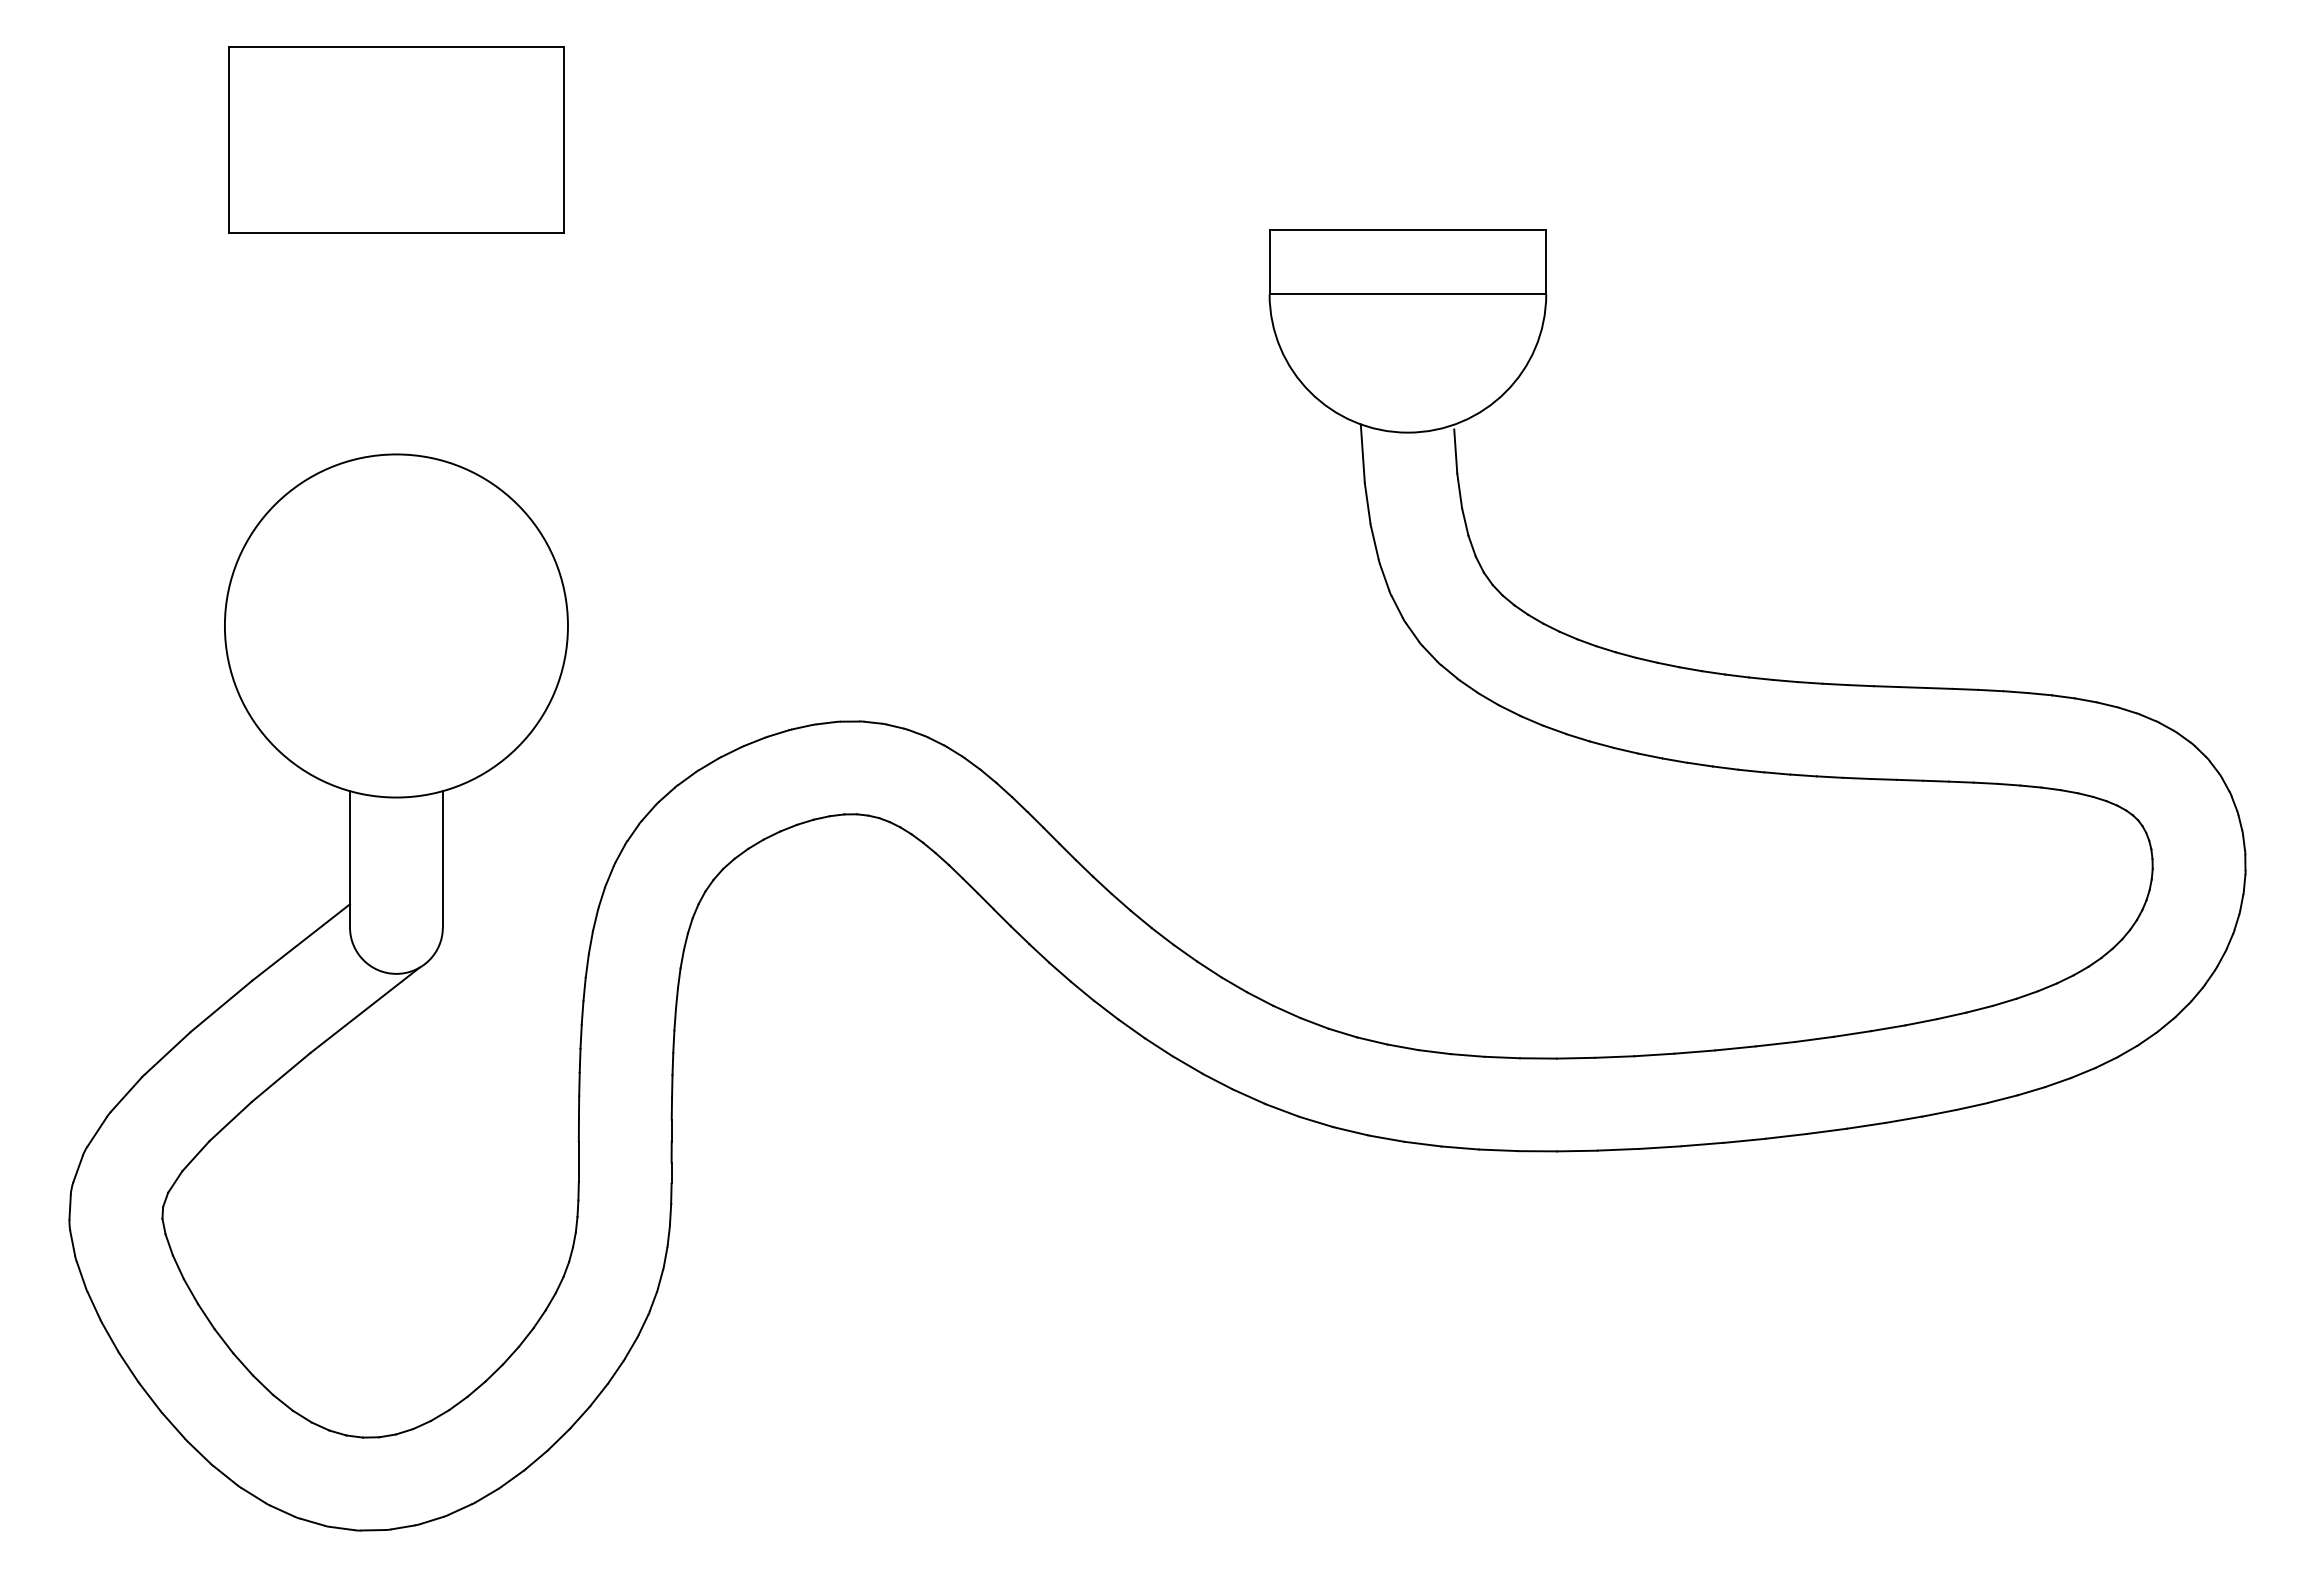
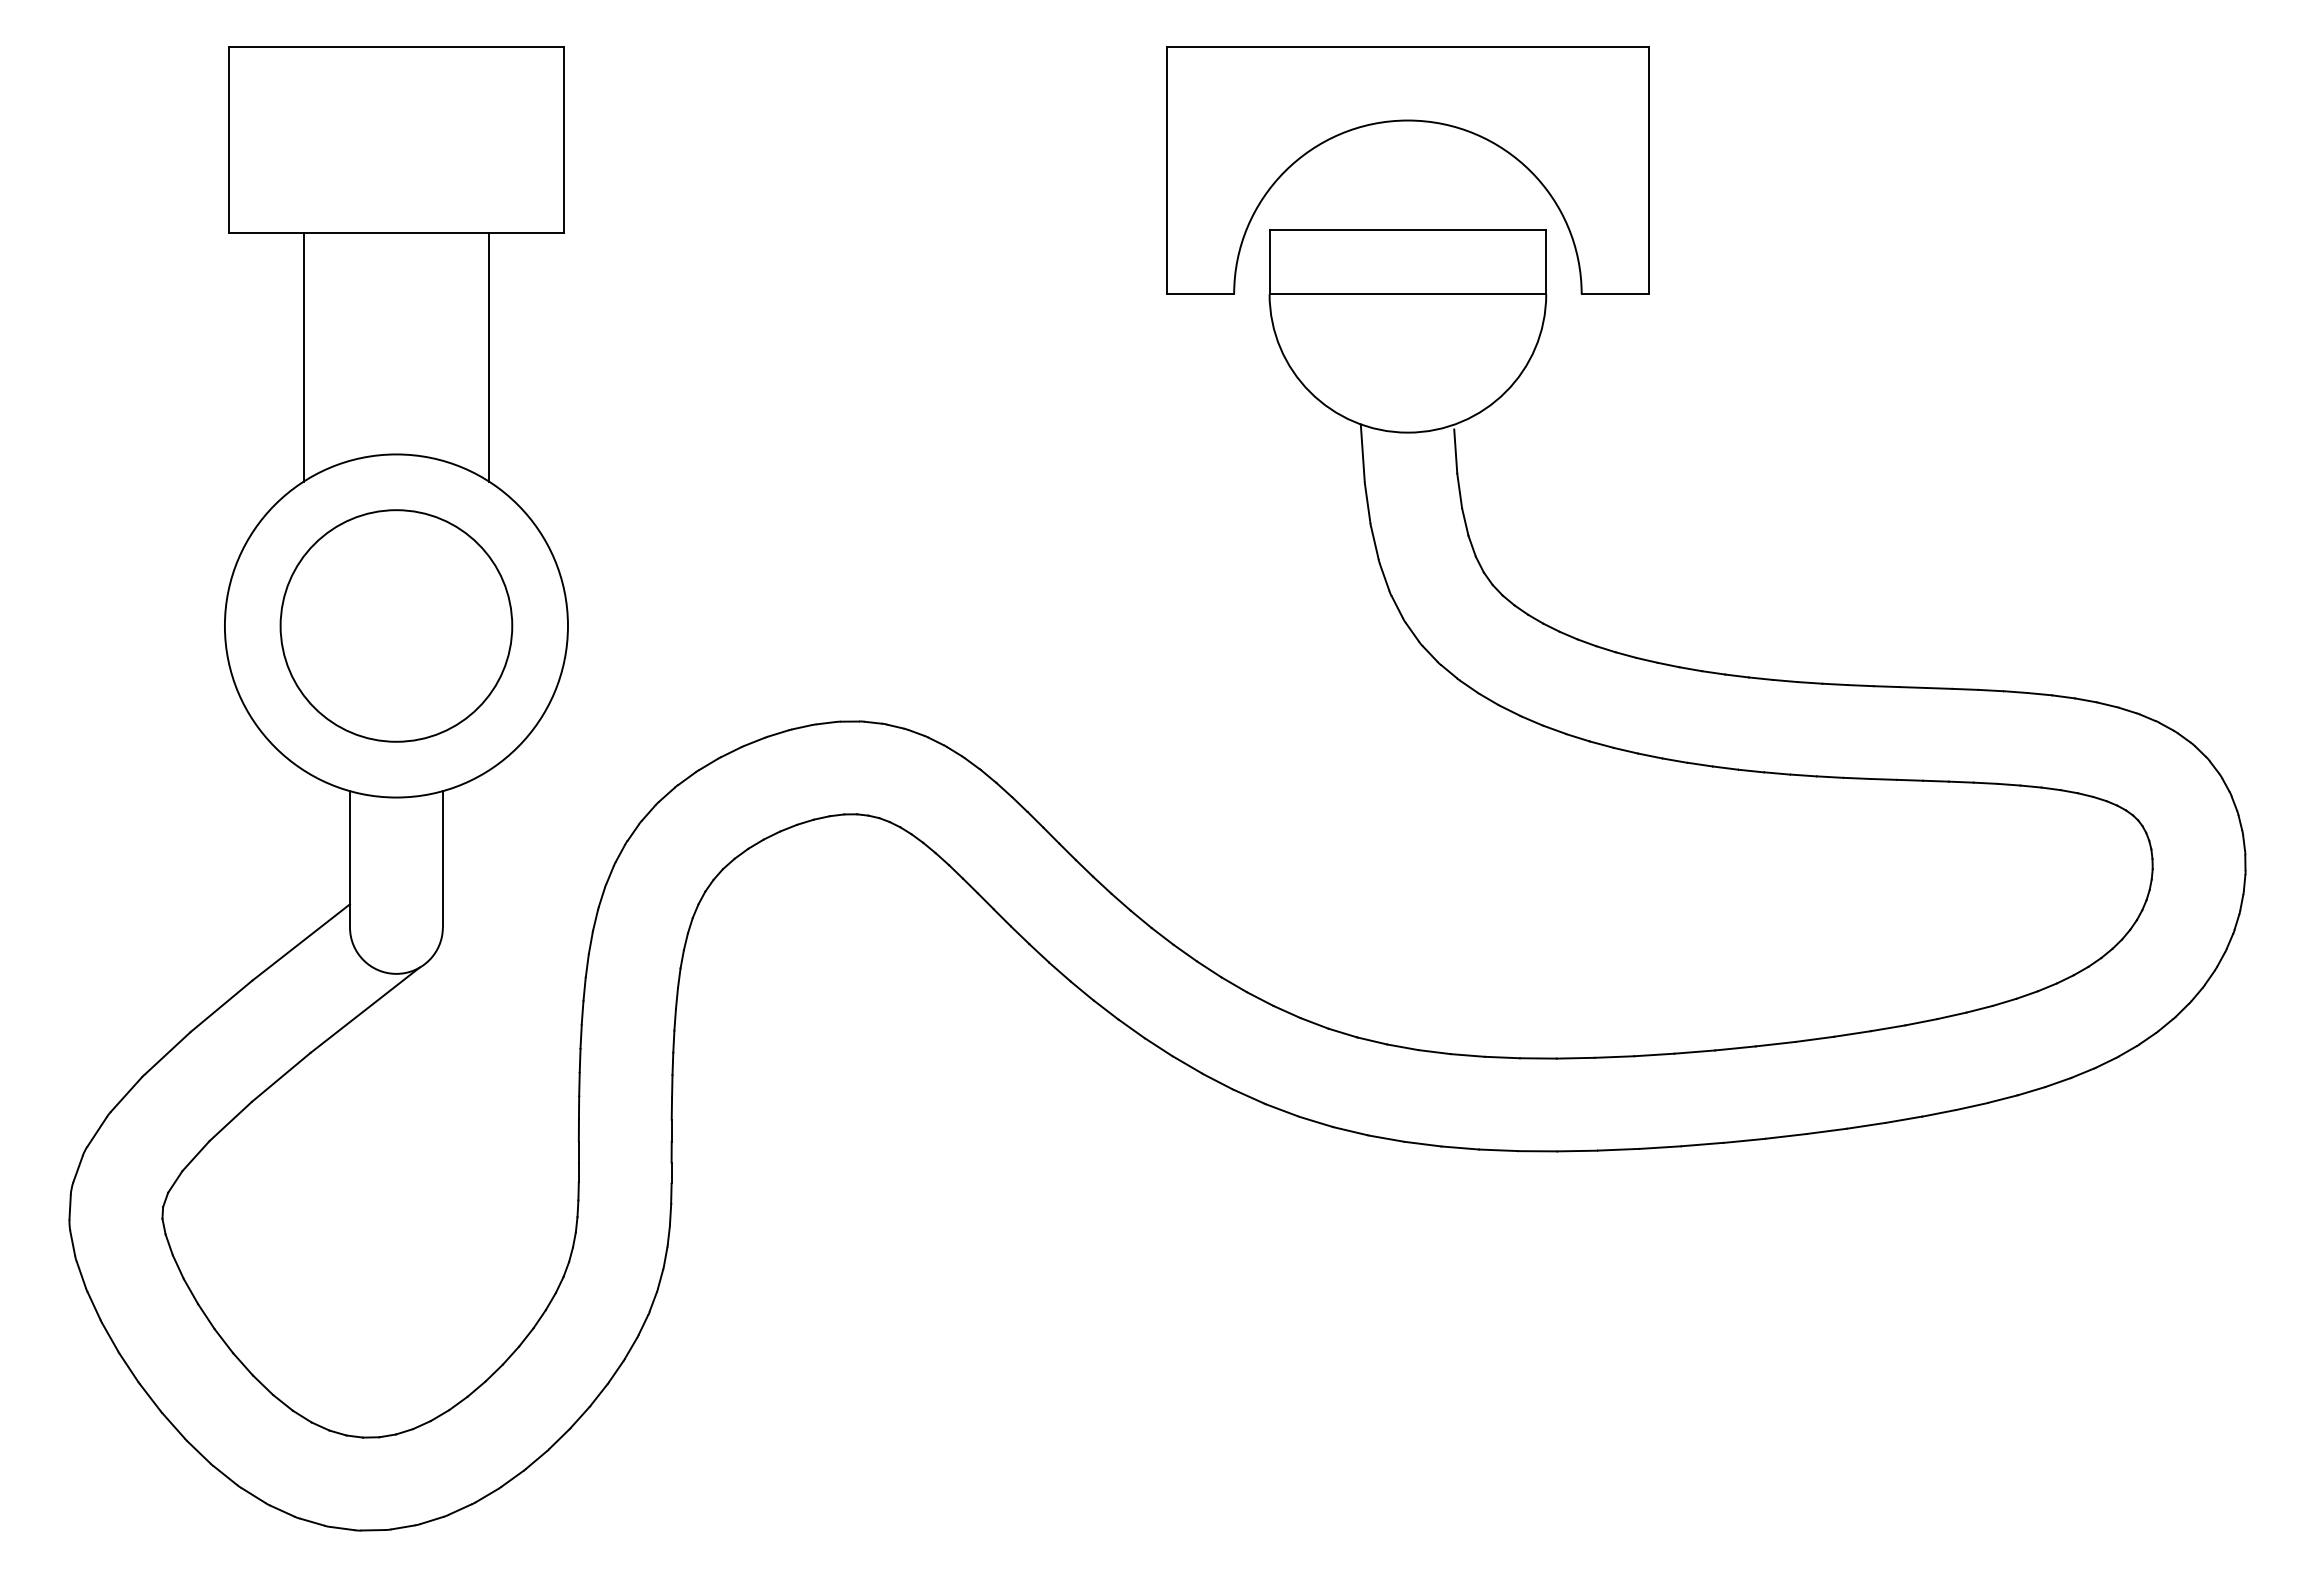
part at (1407, 121): none -> present
line at (303, 357): none -> present
line at (489, 357): none -> present
circle at (396, 625): none -> present
